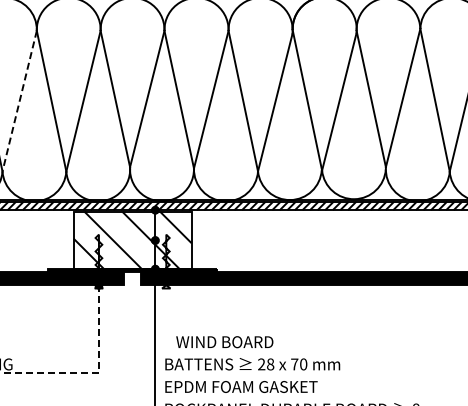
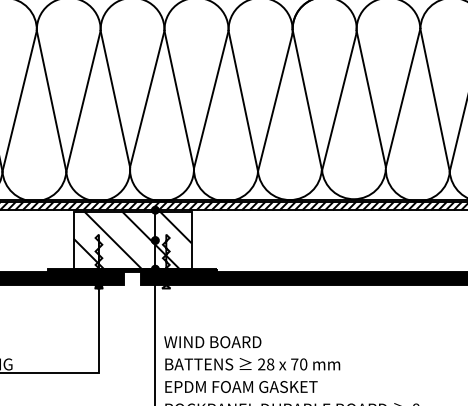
line at (19, 101): dashed -> solid
text at (224, 342) position: (224, 342) -> (212, 342)
line at (93, 372): dashed -> solid
